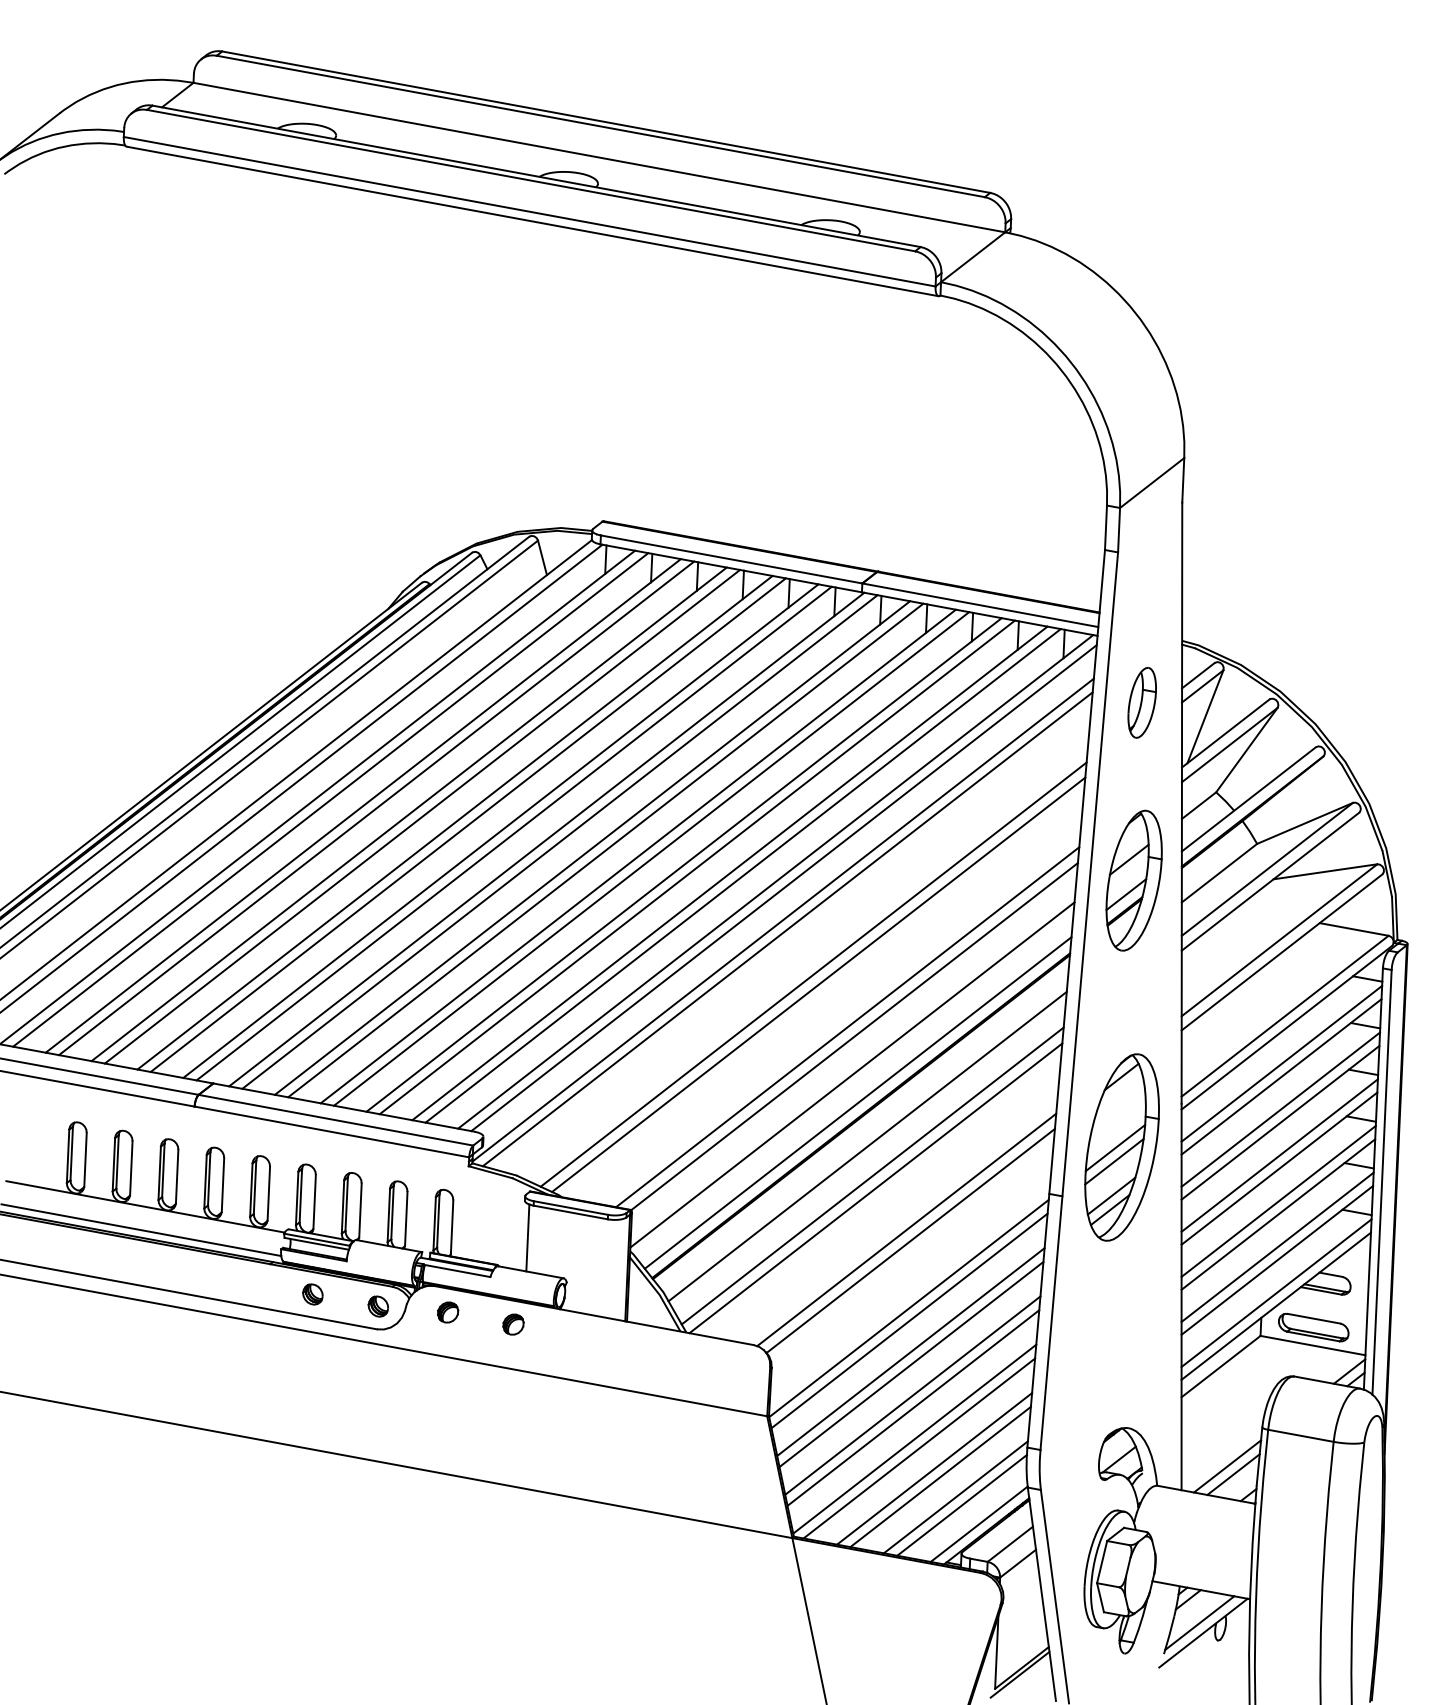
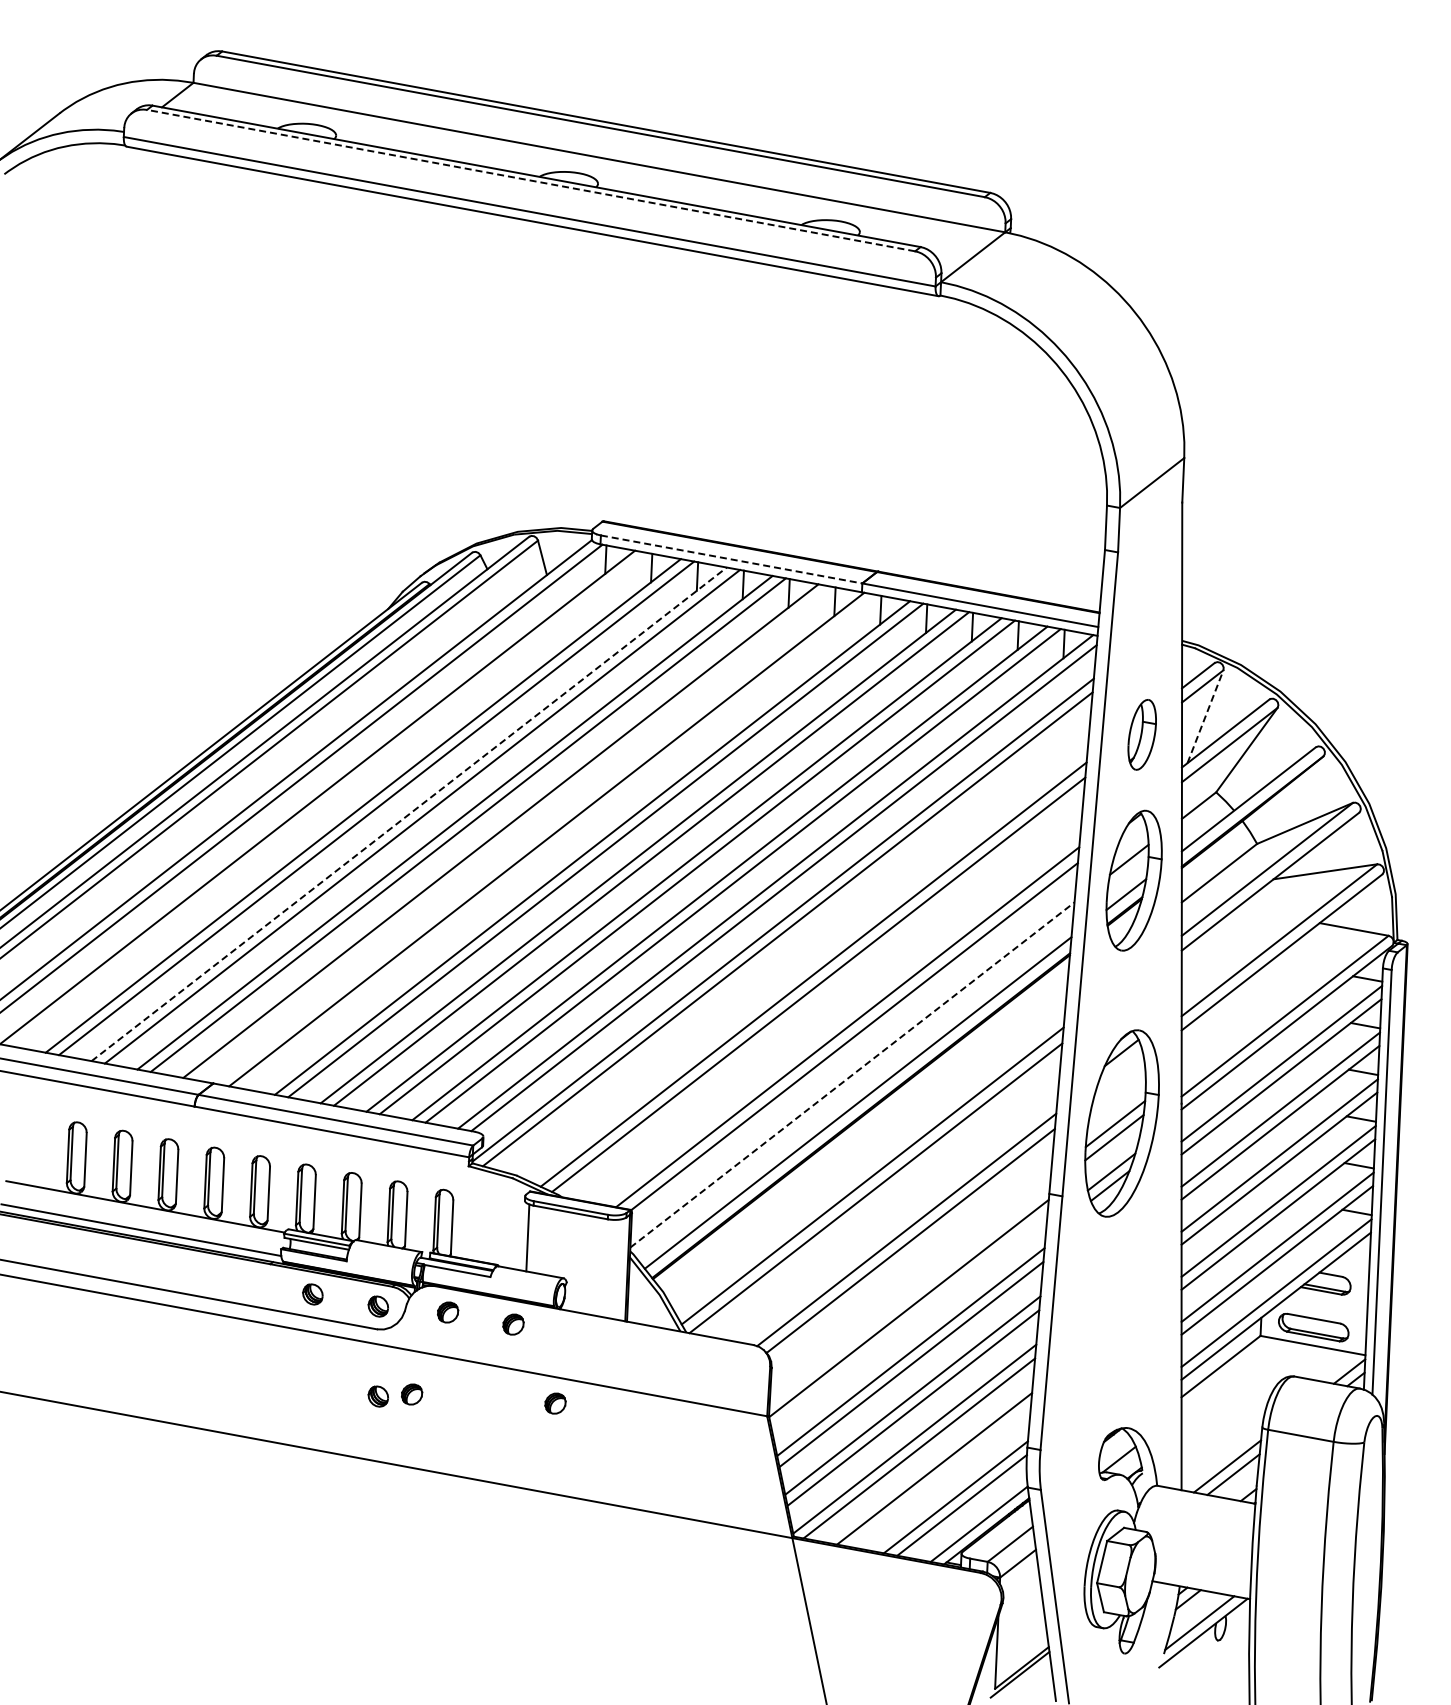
line at (531, 180): solid -> dashed
line at (731, 559): solid -> dashed
part at (1141, 702) position: (1141, 702) -> (1141, 734)
line at (1205, 716): solid -> dashed
line at (330, 799): present -> none
line at (409, 814): solid -> dashed
line at (513, 833): present -> none
line at (559, 841): present -> none
line at (852, 1074): solid -> dashed
line at (867, 1146): present -> none
part at (1121, 1147) position: (1121, 1147) -> (1121, 1123)
line at (909, 1320): present -> none
part at (412, 1394): none -> present
part at (377, 1396): none -> present
part at (555, 1403): none -> present
line at (940, 1476): present -> none
